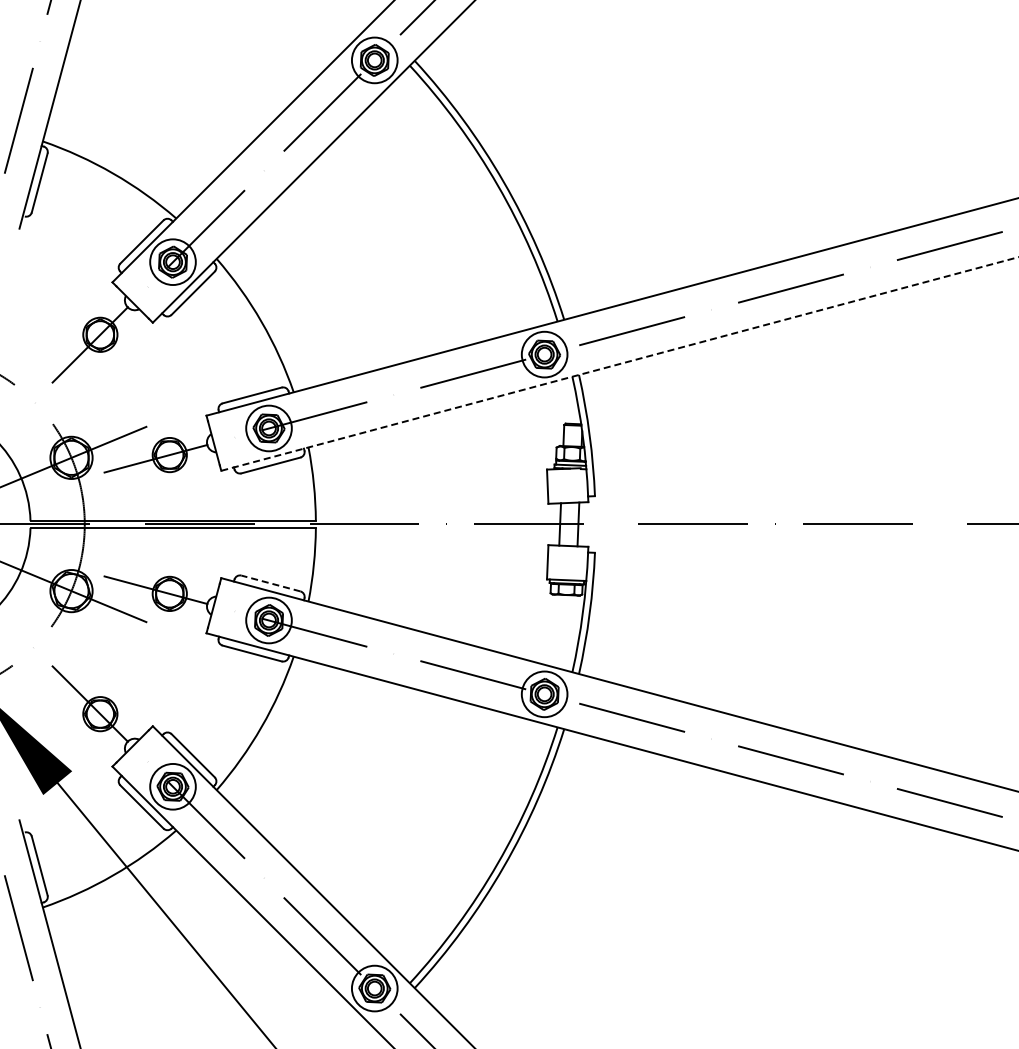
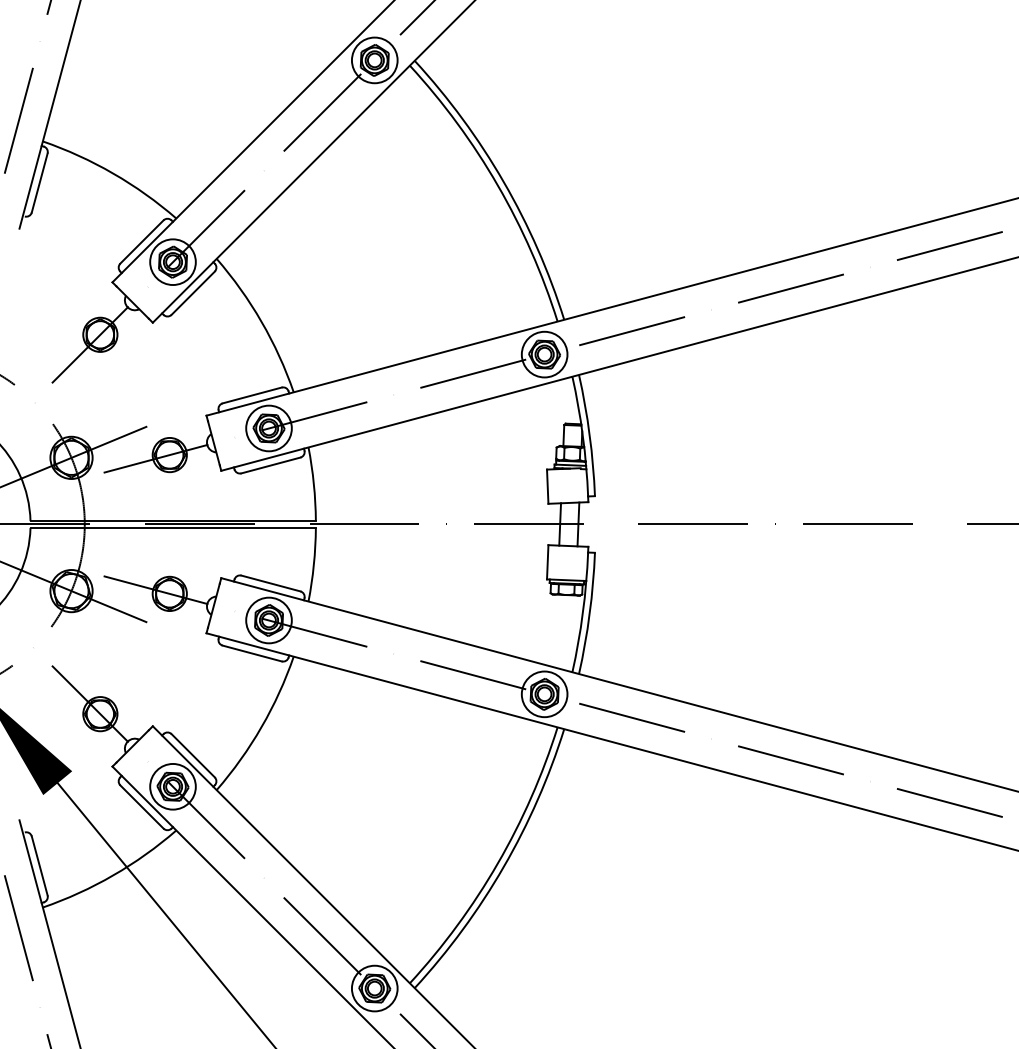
line at (620, 363): dashed -> solid
line at (270, 583): dashed -> solid
